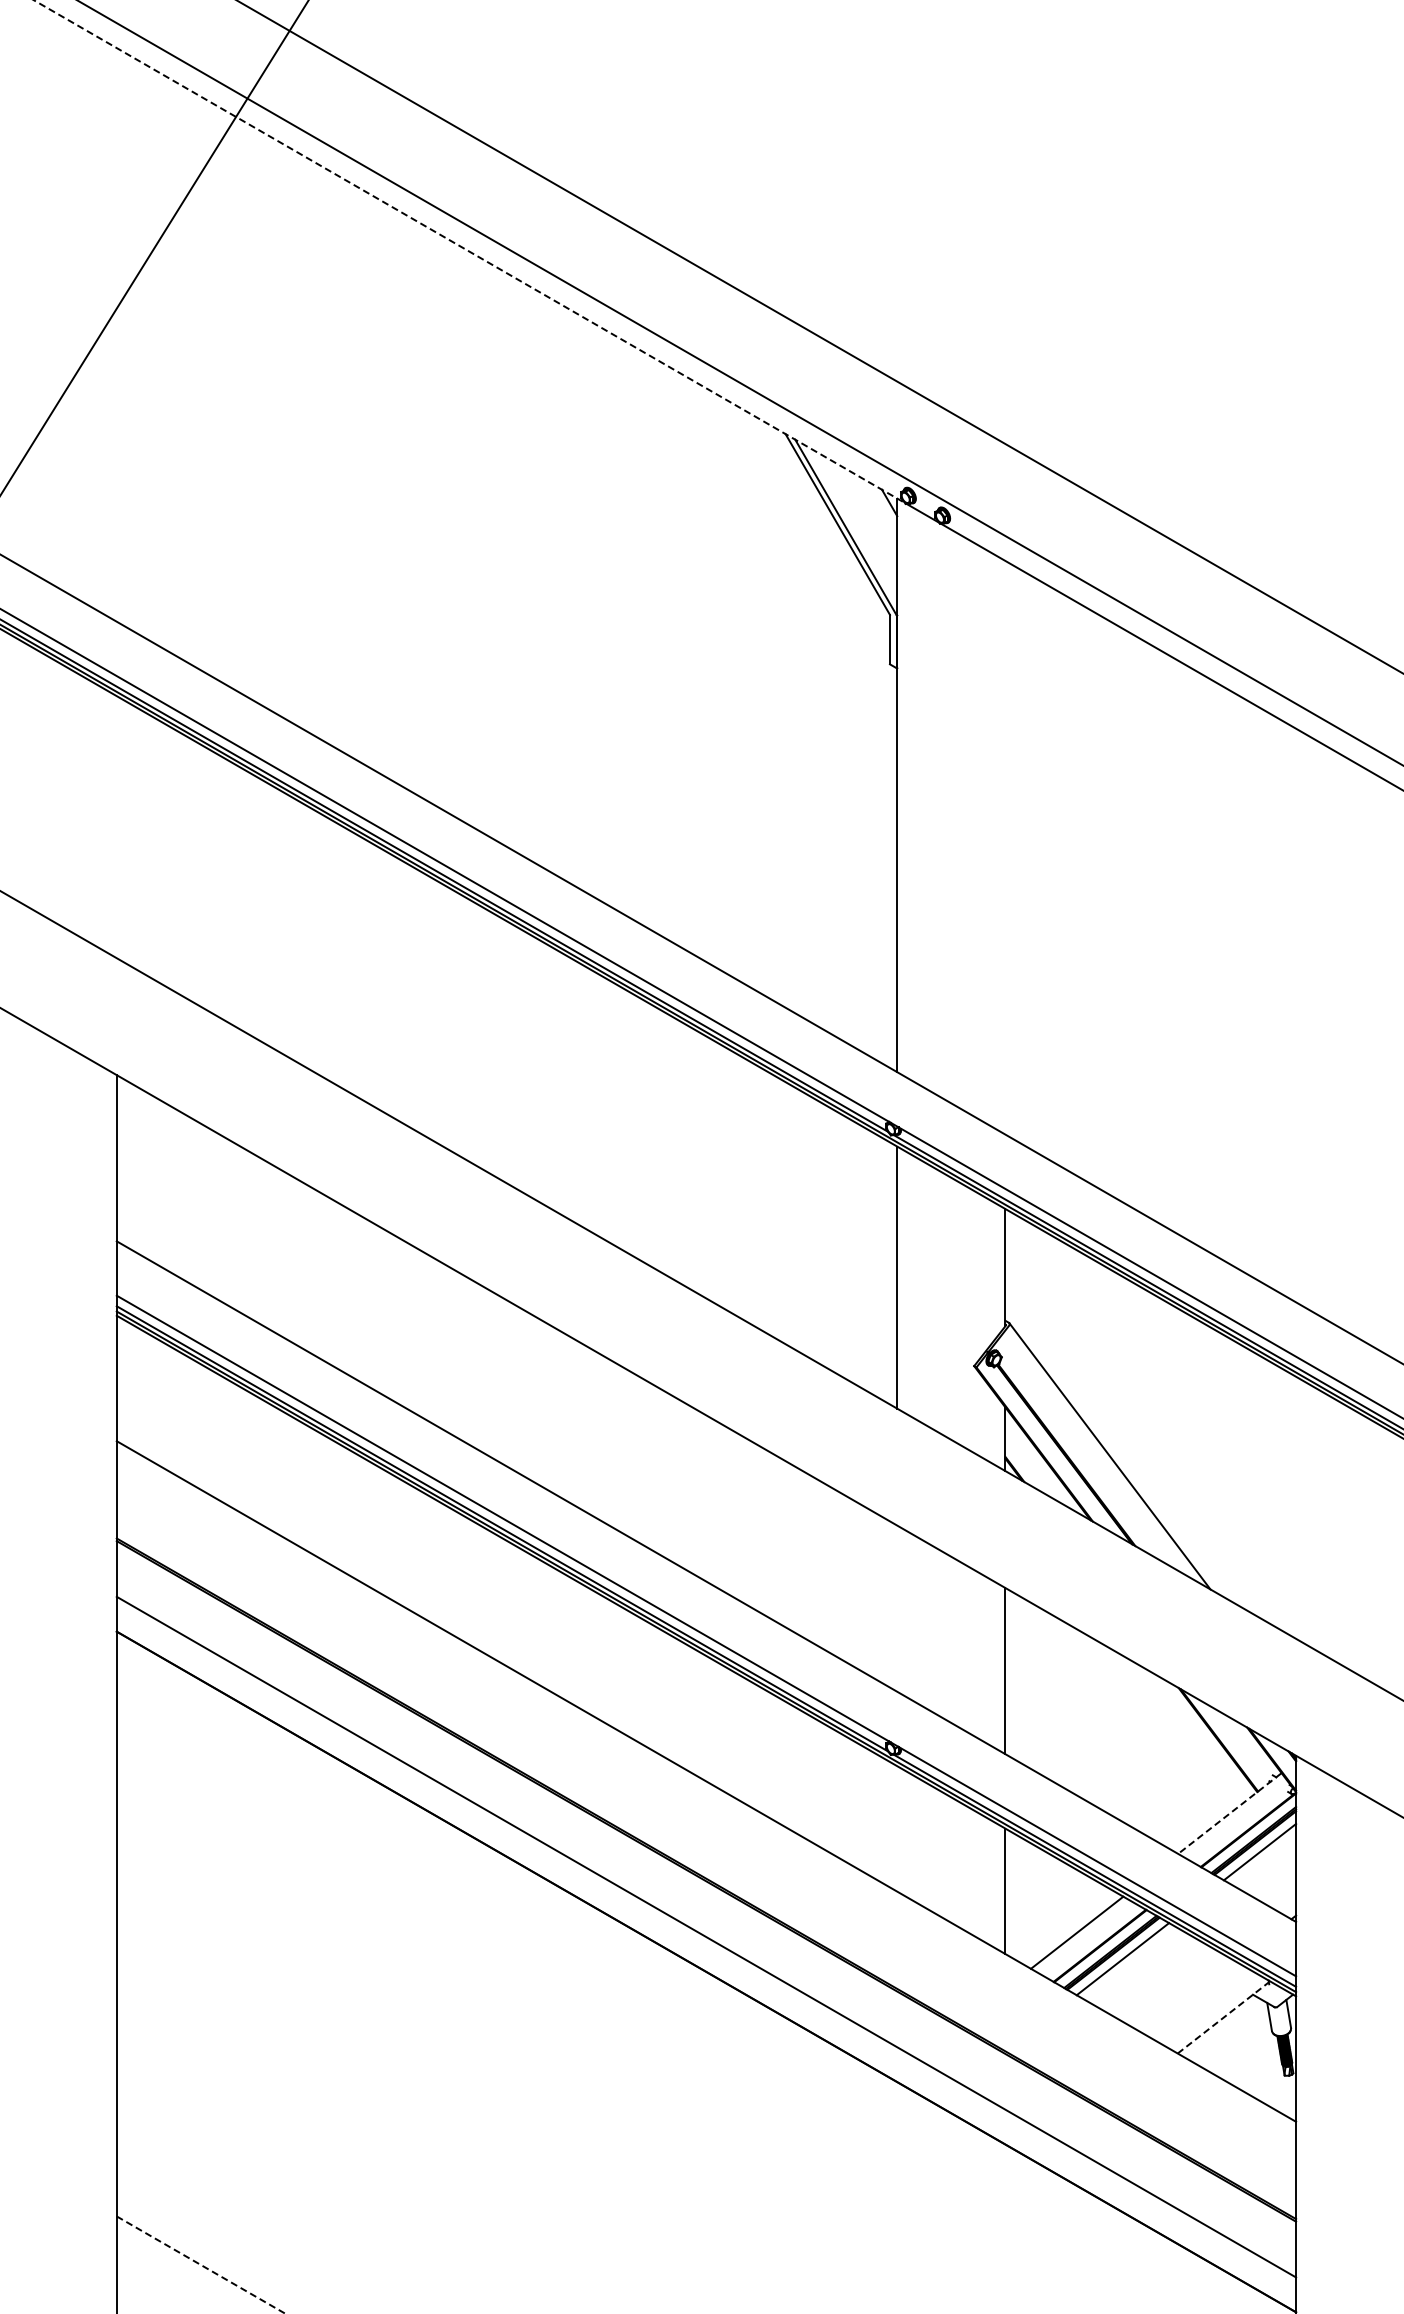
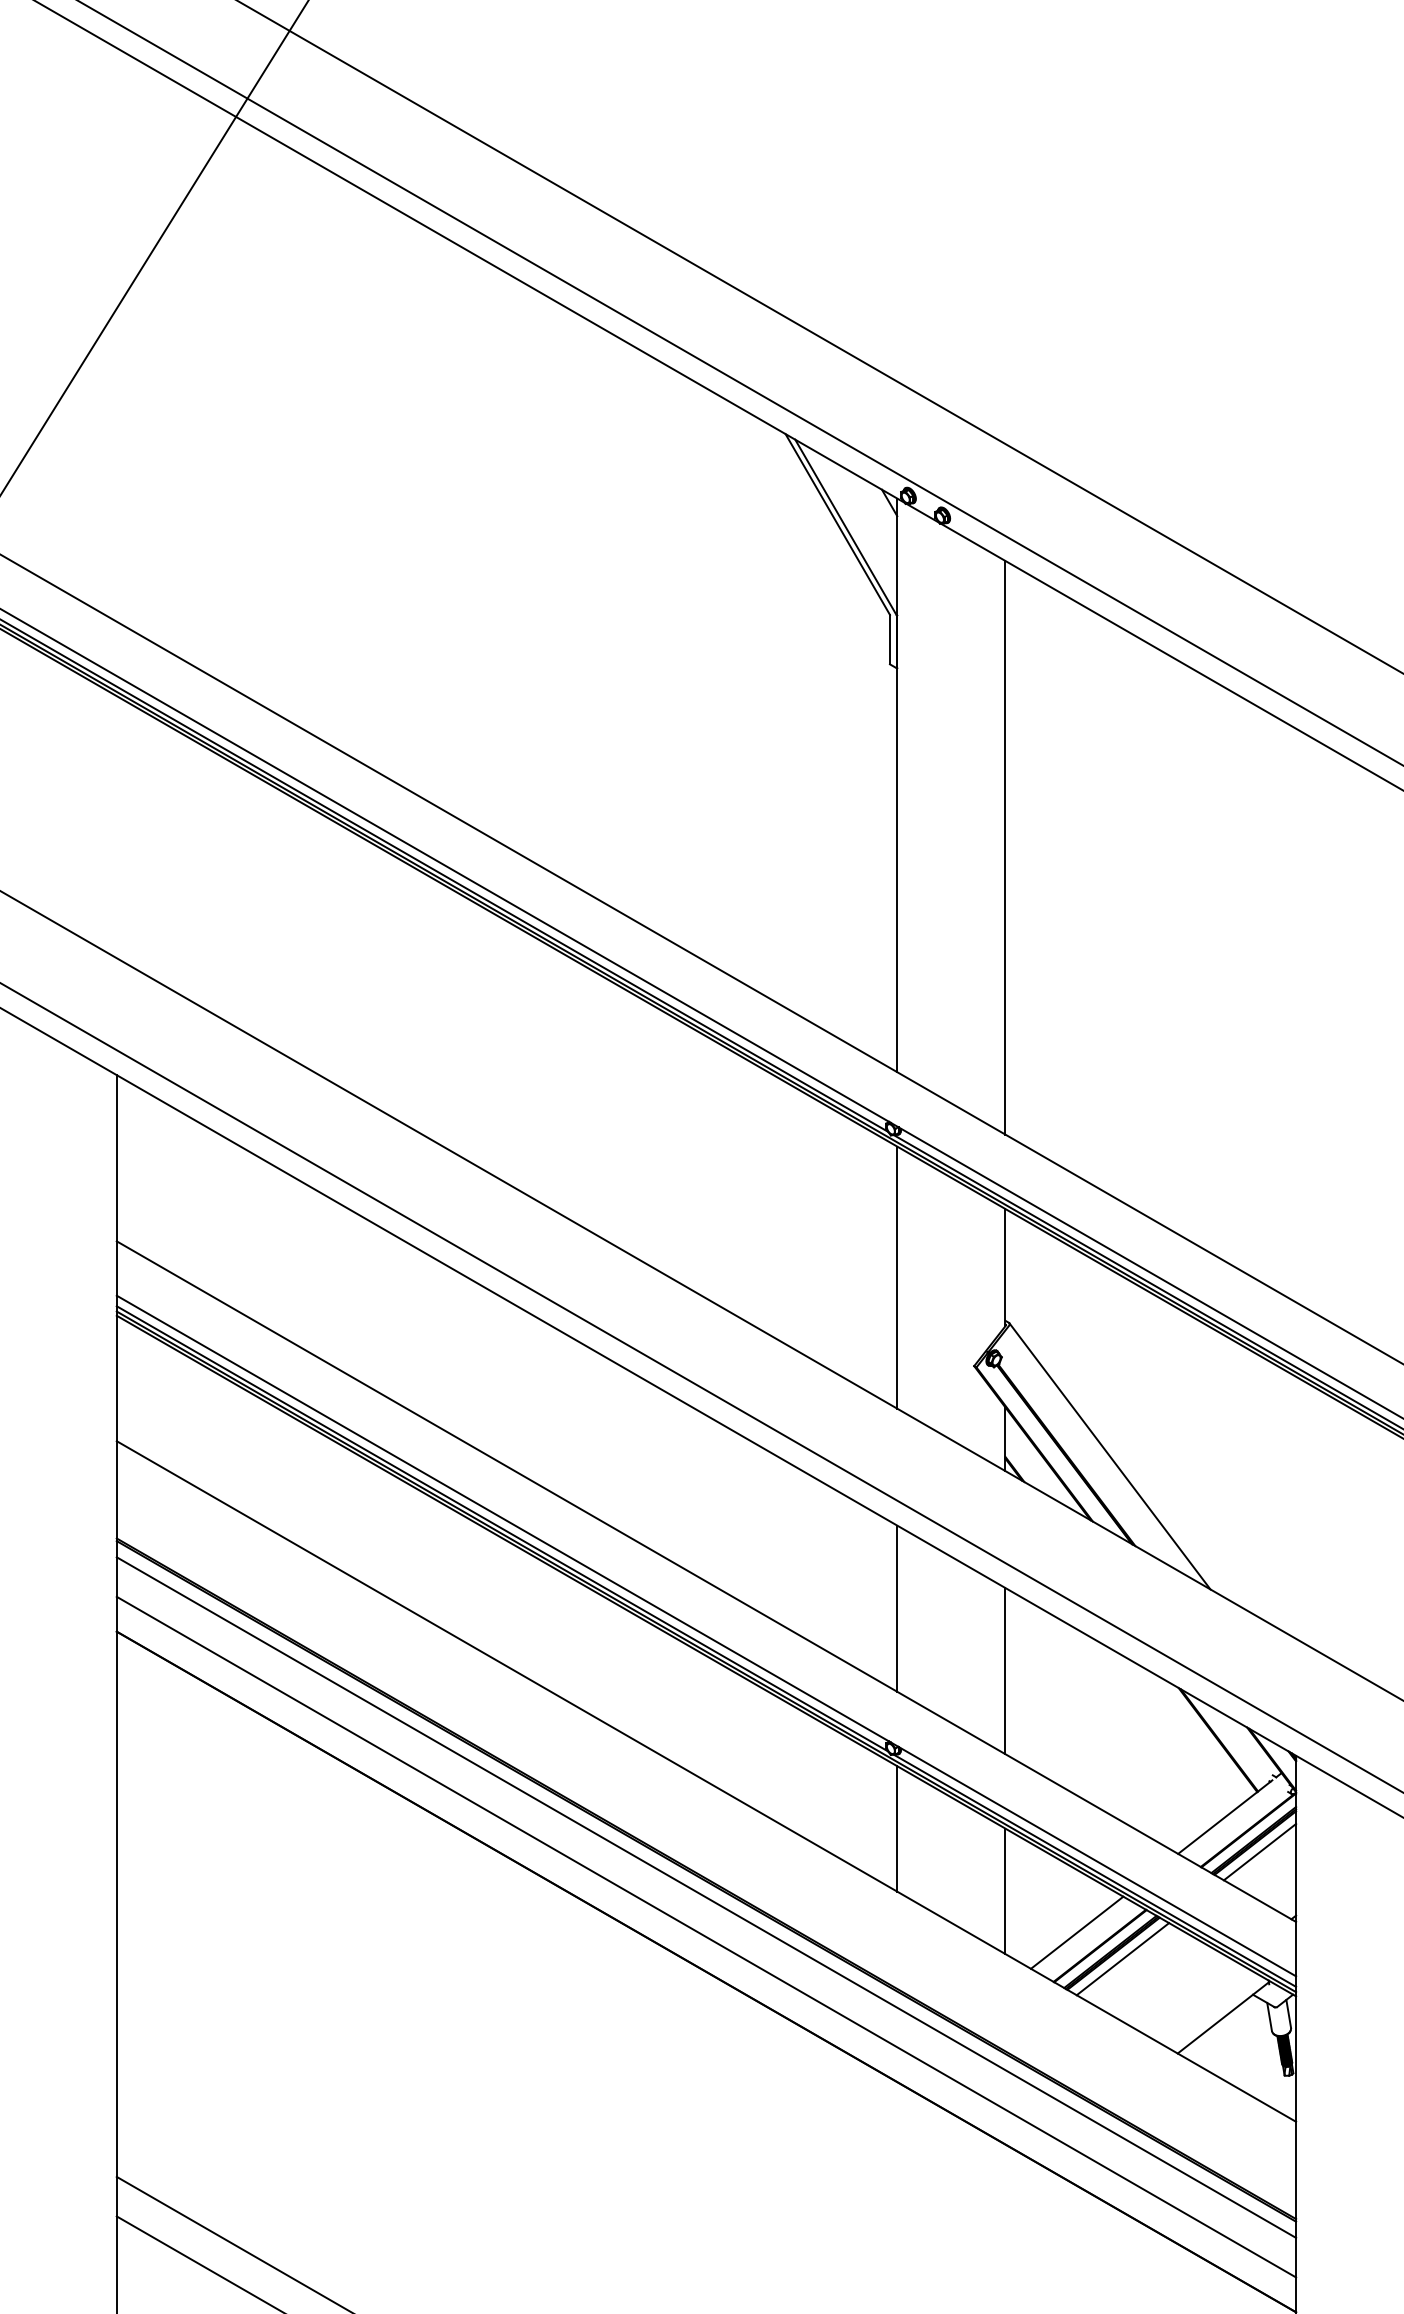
line at (469, 251): dashed -> solid
line at (1005, 847): none -> present
line at (701, 1387): none -> present
line at (897, 1608): none -> present
line at (1225, 1817): dashed -> solid
line at (897, 1828): none -> present
line at (706, 1897): none -> present
line at (1223, 2017): dashed -> solid
line at (232, 2243): none -> present
line at (201, 2265): dashed -> solid
